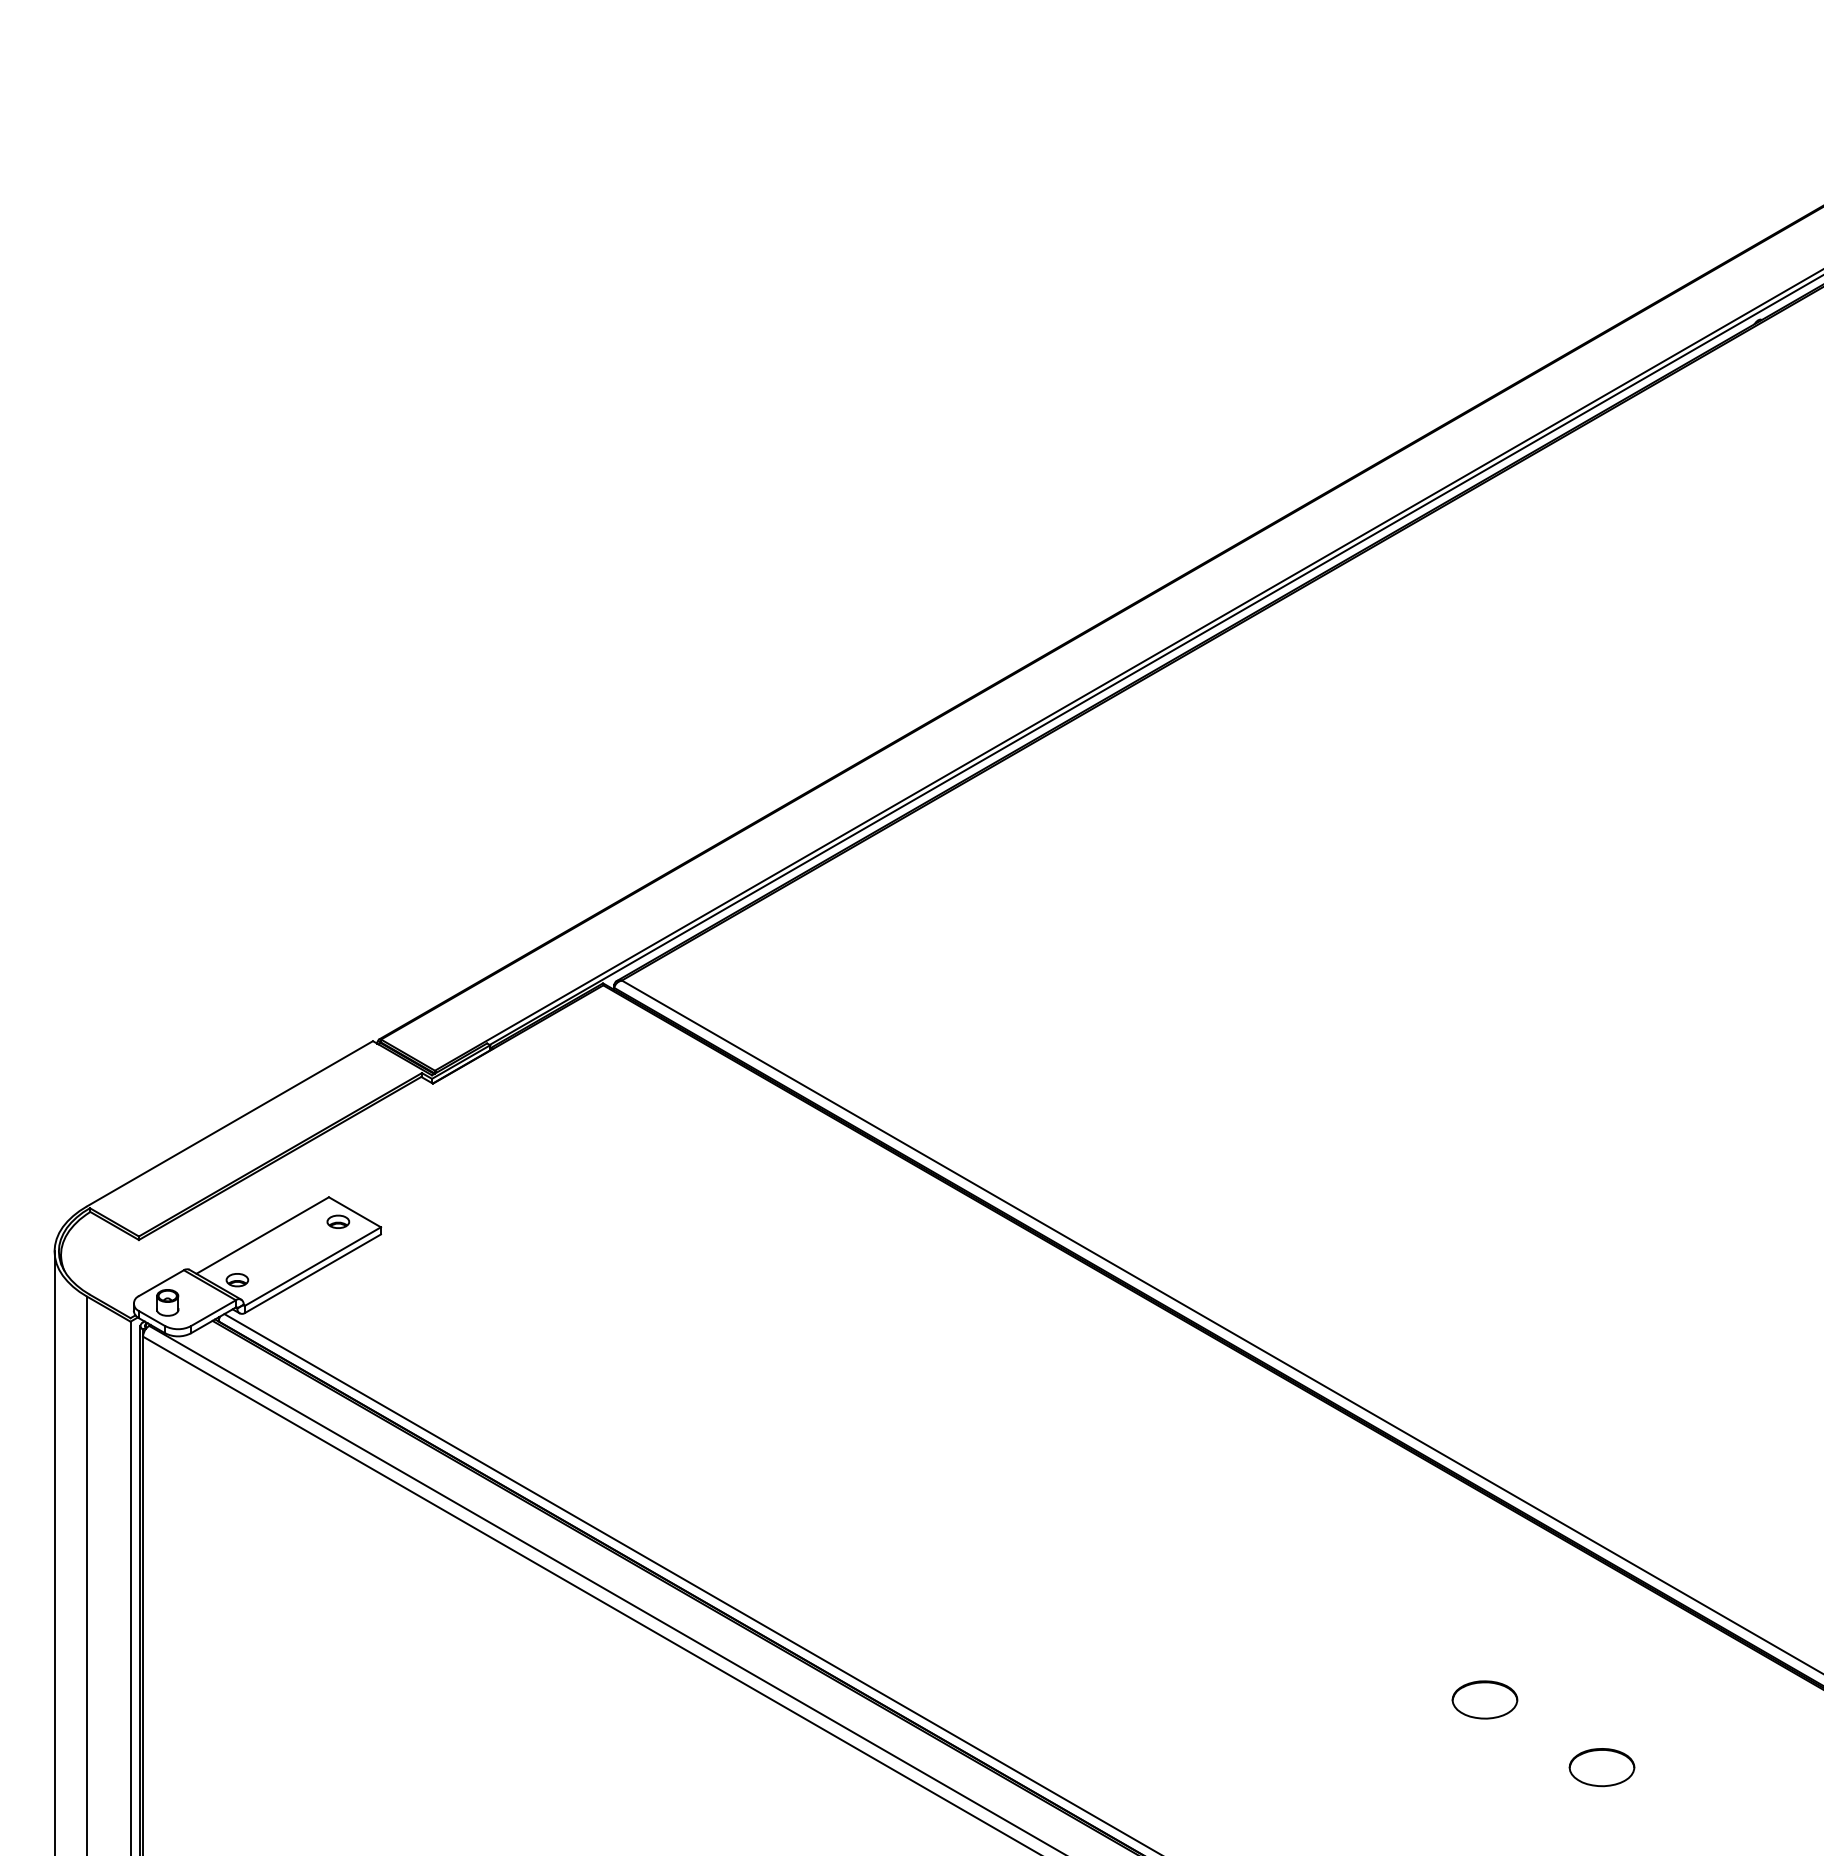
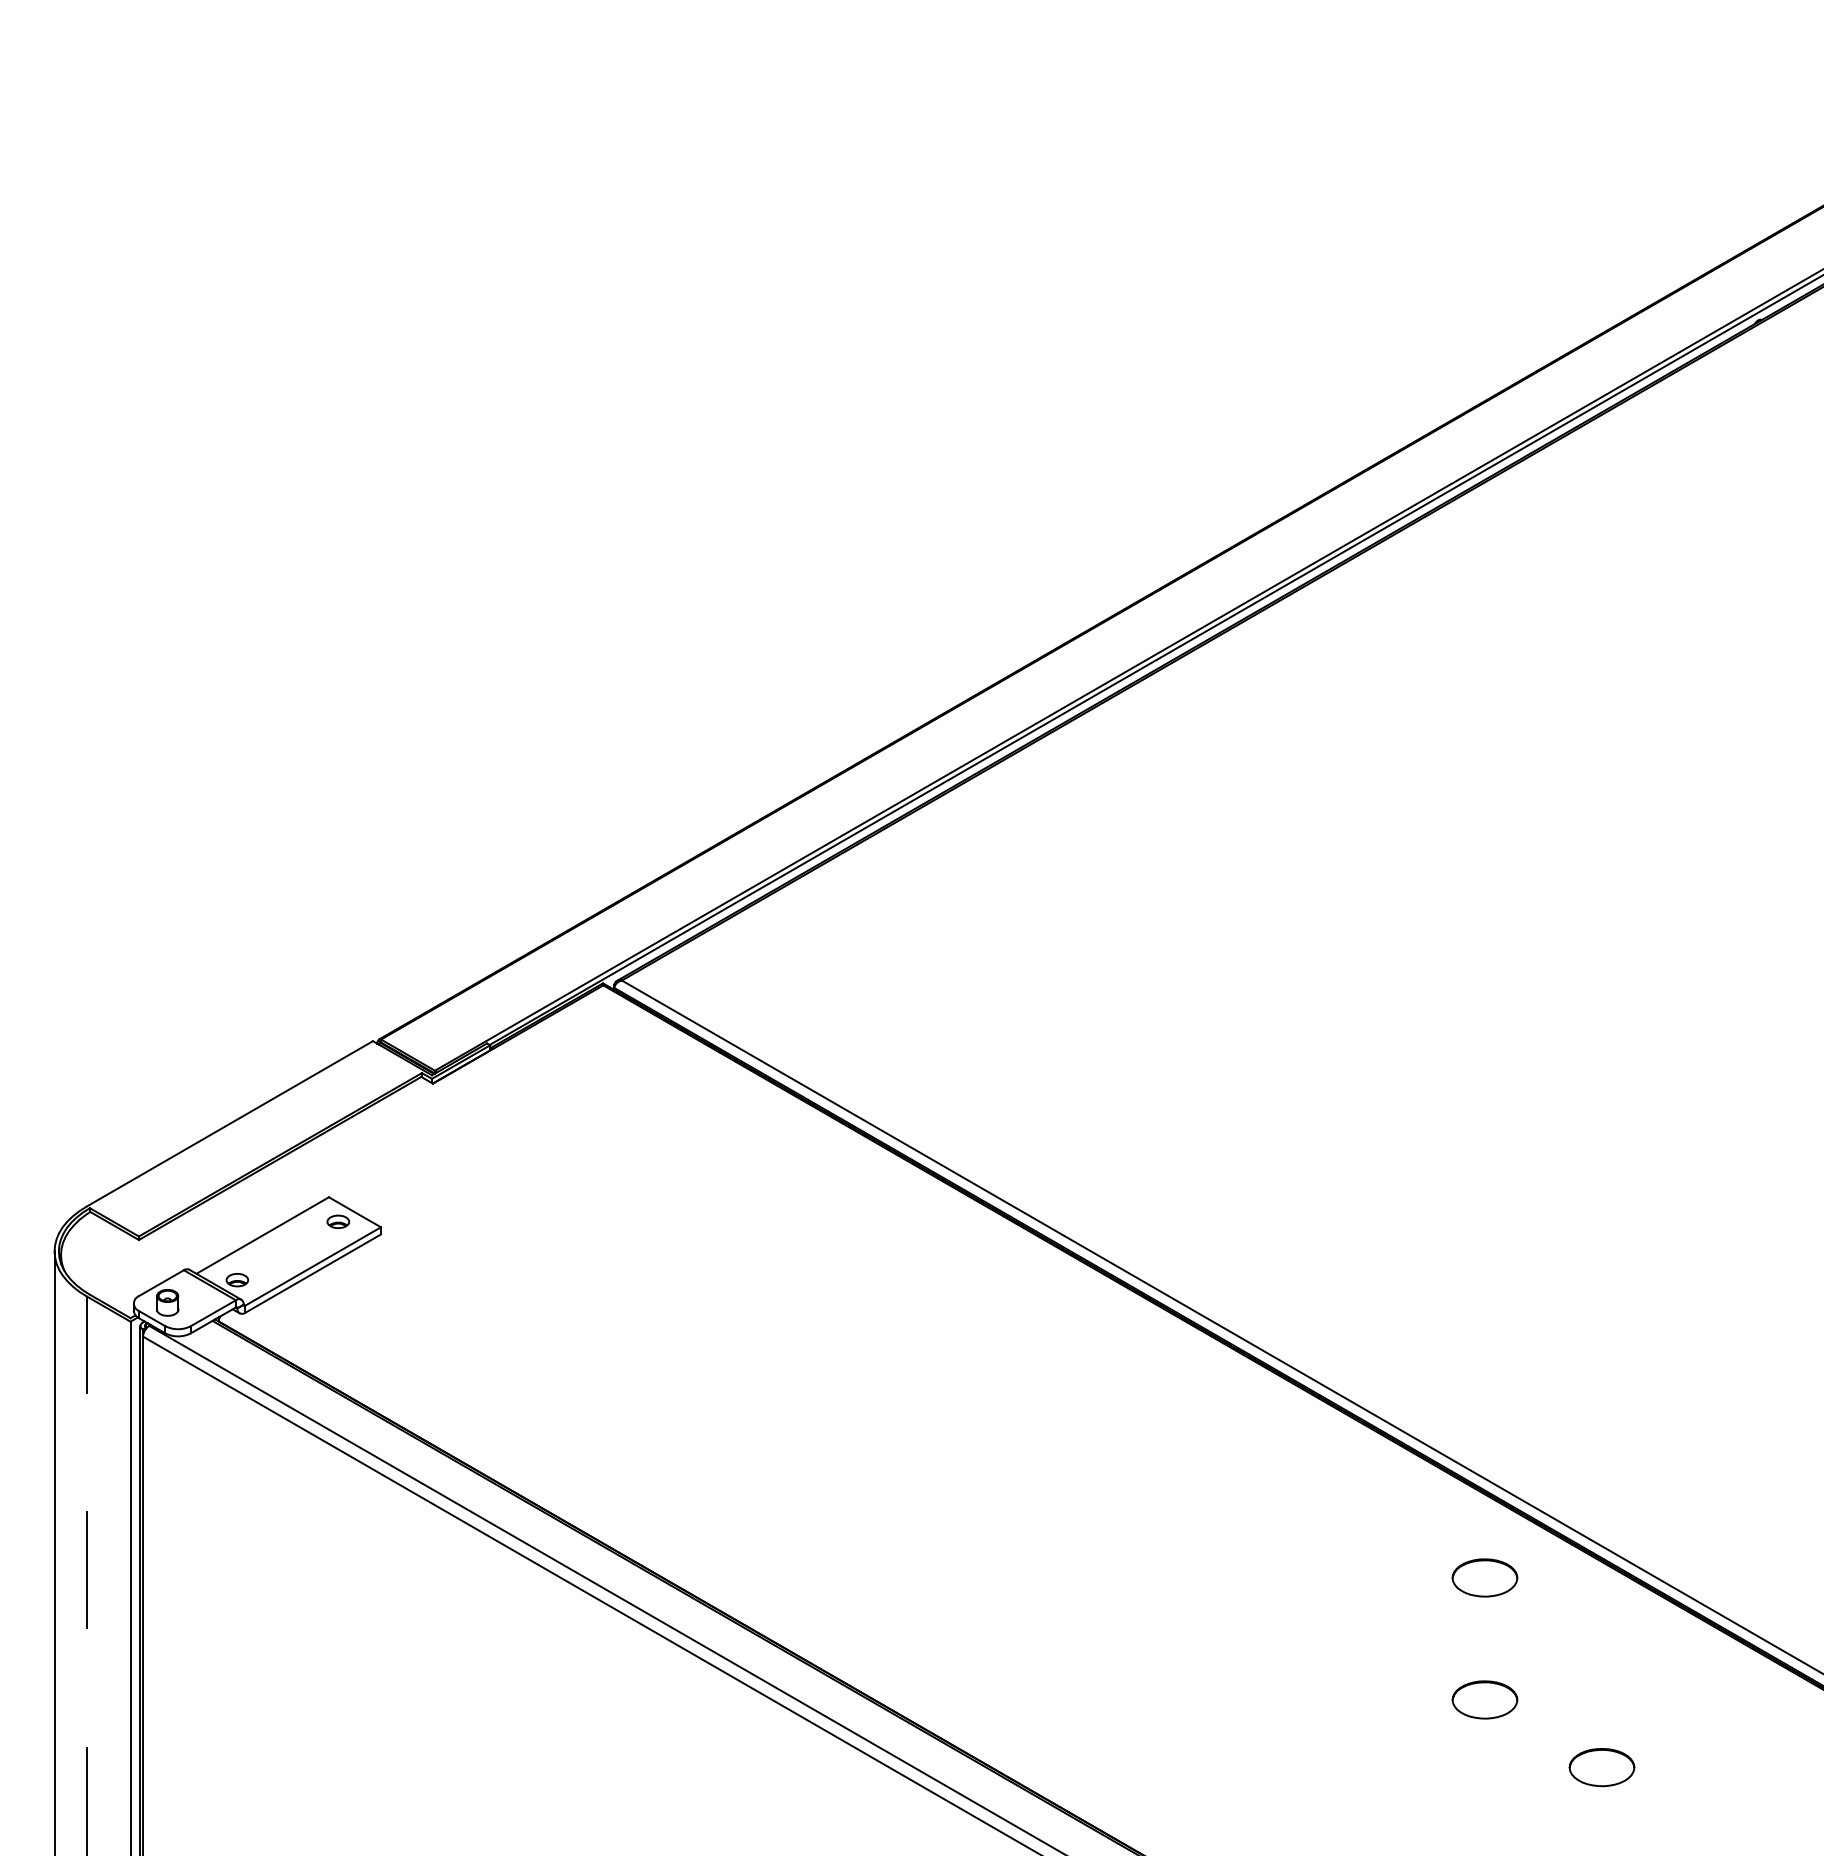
line at (86, 1575): solid -> dashed
part at (1484, 1577): none -> present
line at (690, 1583): present -> none
